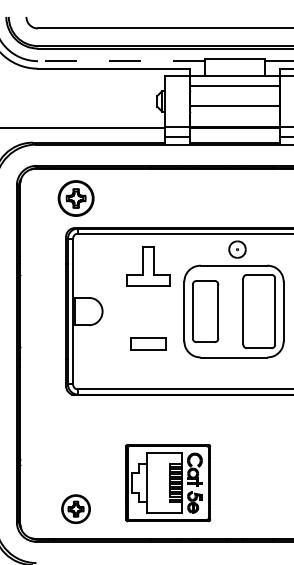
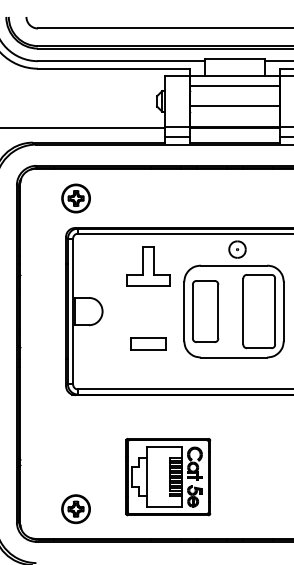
line at (120, 61): dashed -> solid
part at (75, 198) size: 38x37 px -> 30x31 px
part at (168, 483) position: (168, 483) -> (168, 477)
